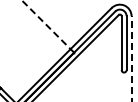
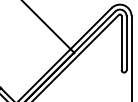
line at (48, 26): dashed -> solid
line at (131, 58): dashed -> solid
